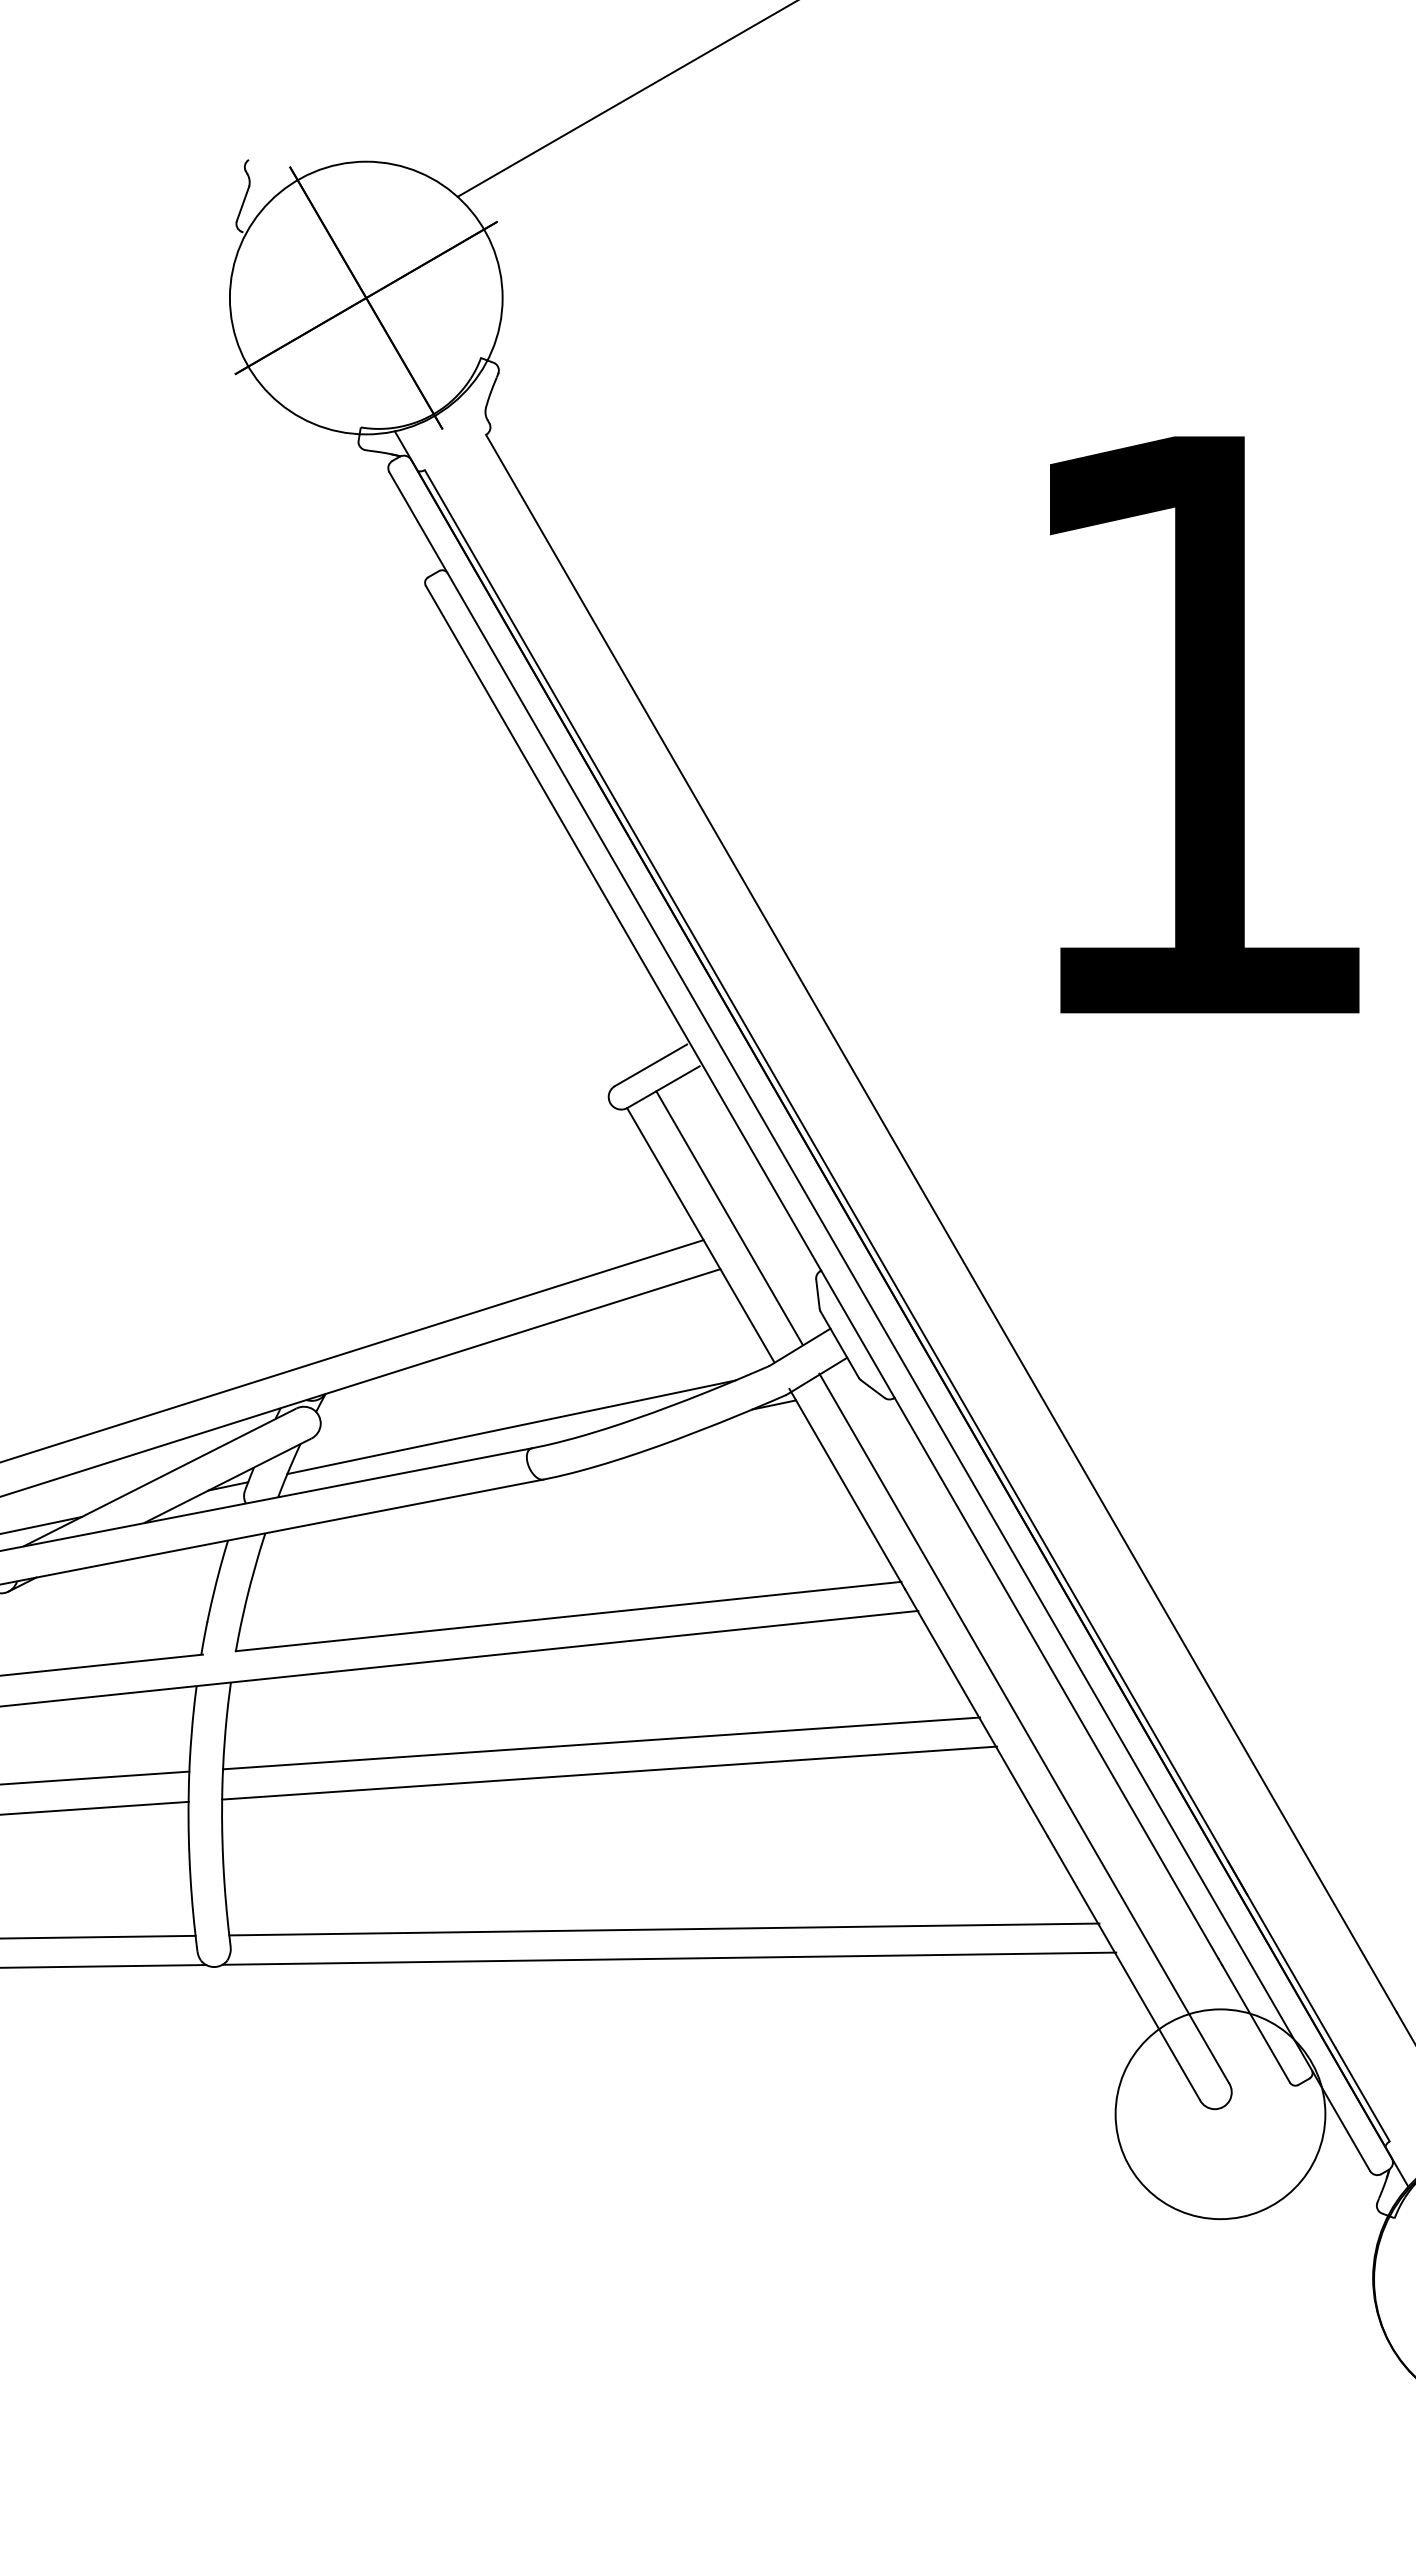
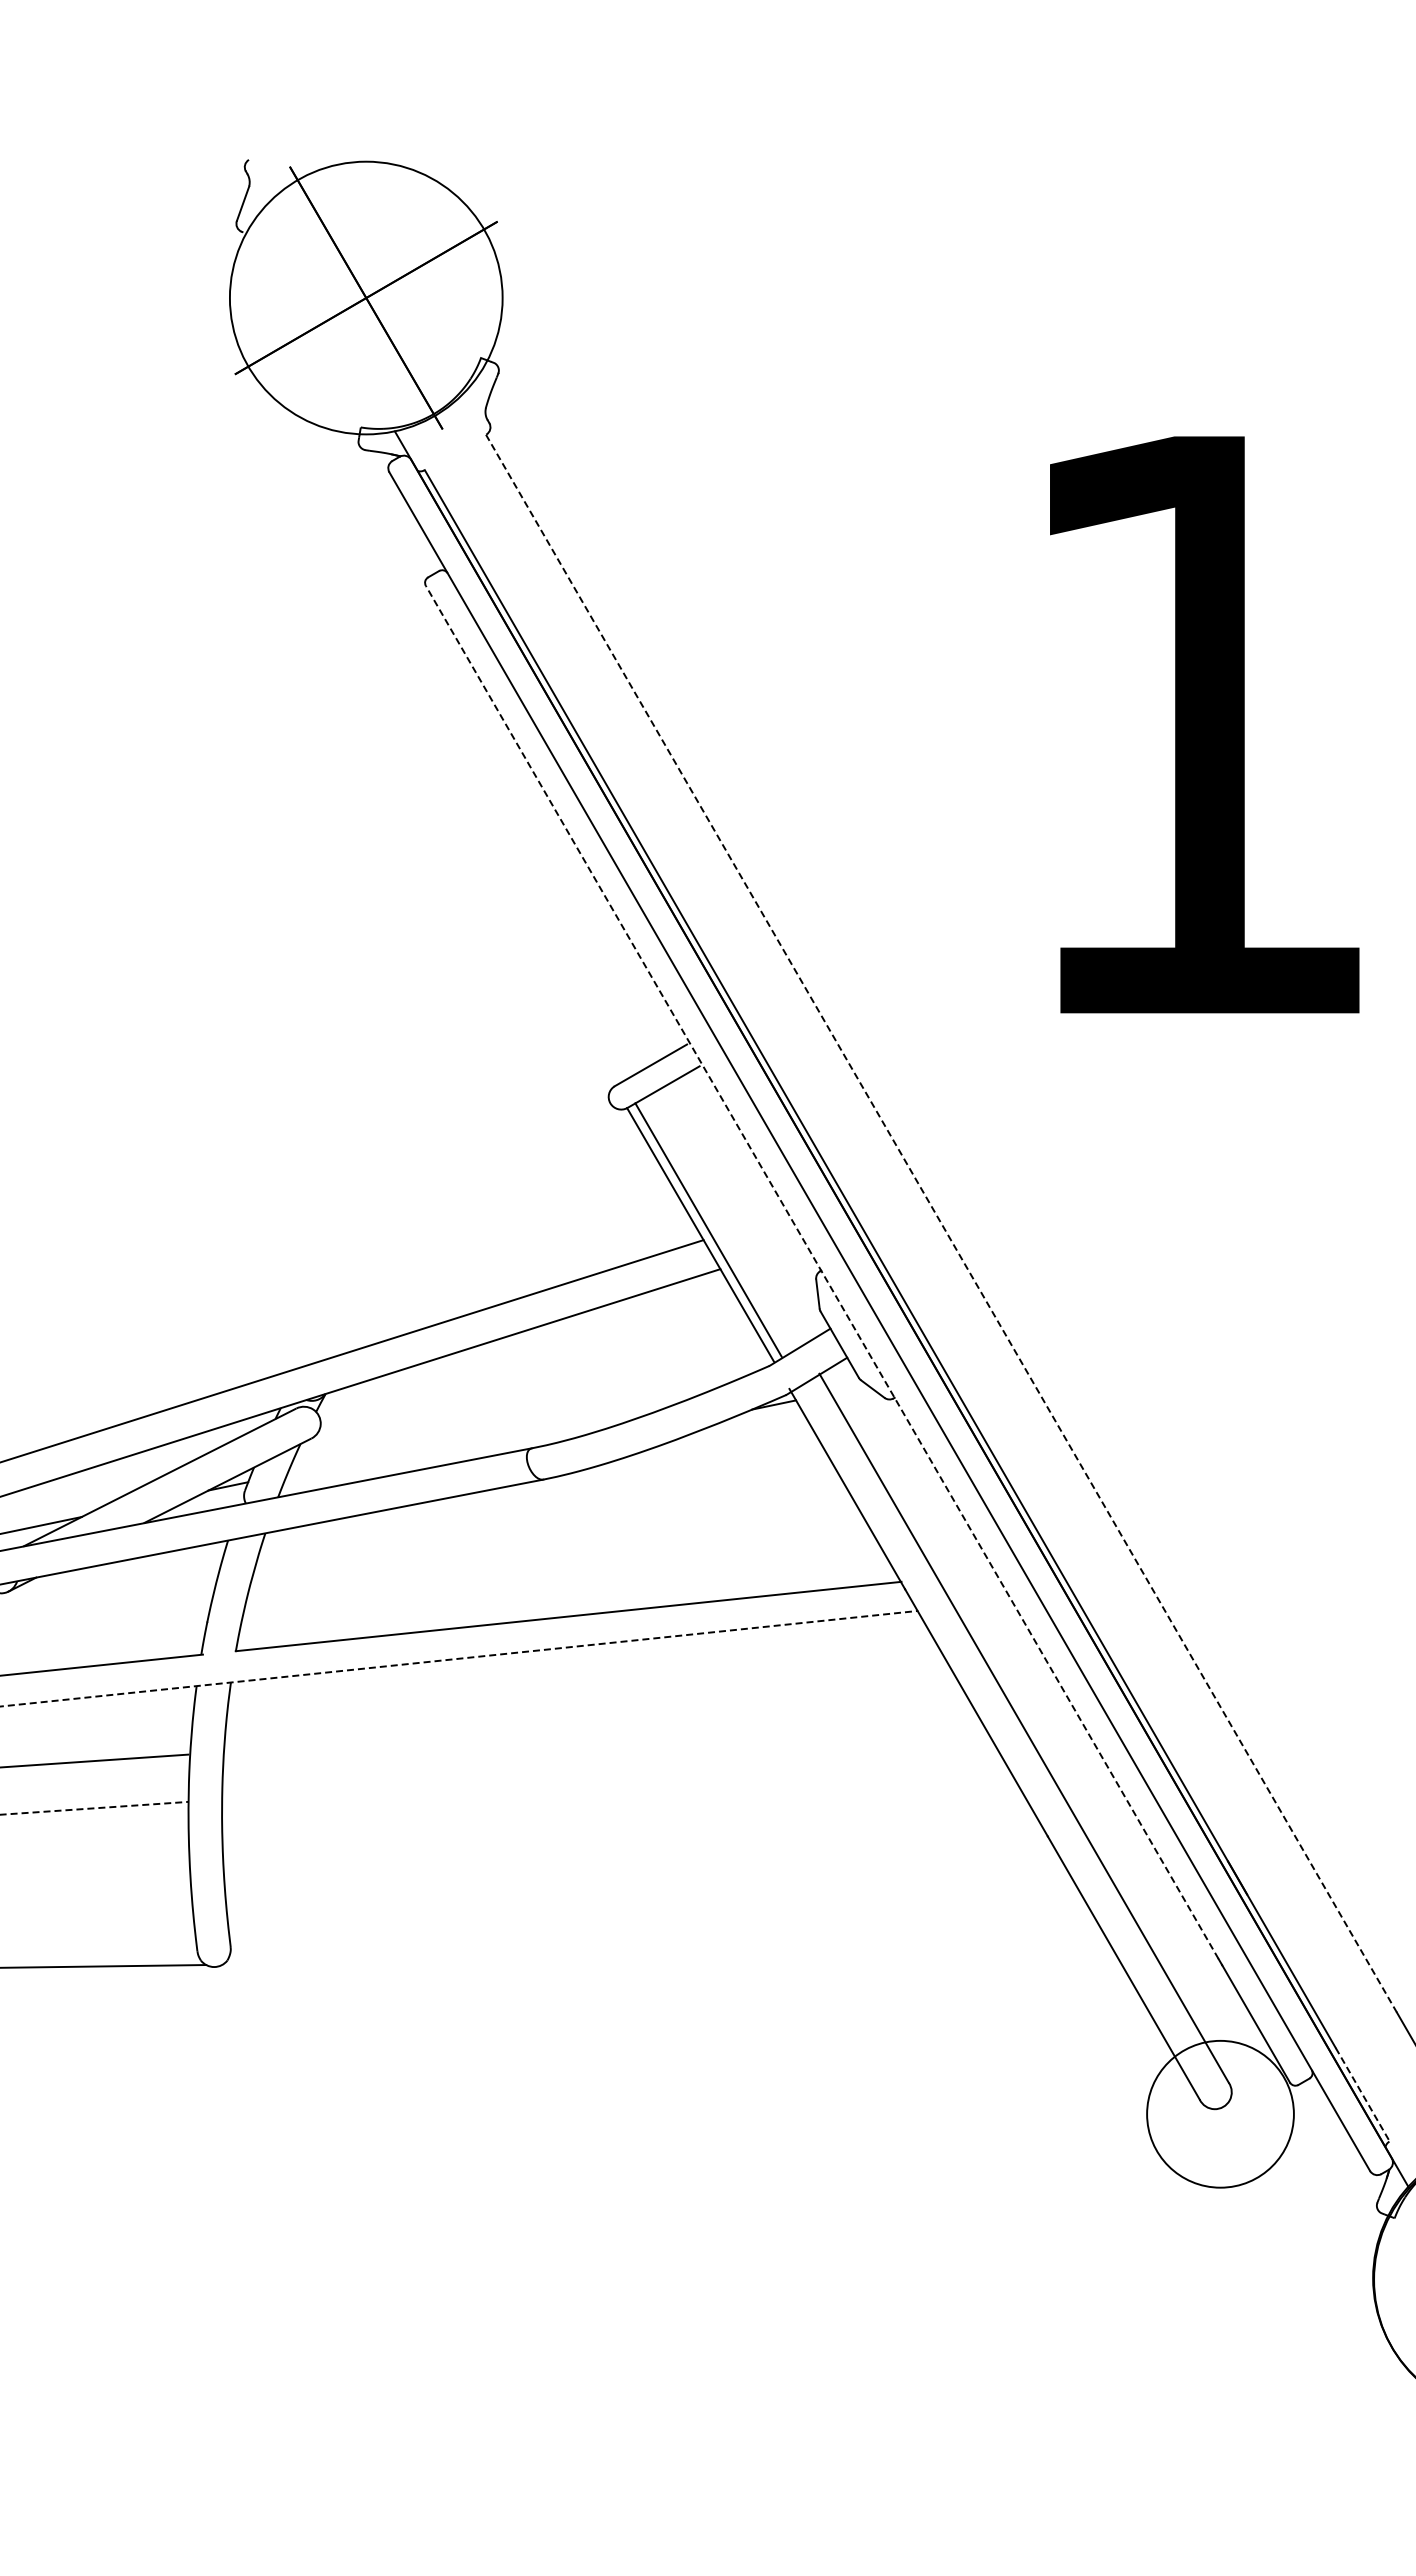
line at (625, 99): present -> none
line at (729, 1217) position: (729, 1217) -> (708, 1229)
line at (941, 1223): solid -> dashed
line at (822, 1272): solid -> dashed
line at (511, 1427): present -> none
line at (459, 1658): solid -> dashed
line at (601, 1743): present -> none
line at (609, 1772): present -> none
line at (95, 1777) position: (95, 1777) -> (95, 1760)
line at (95, 1808): solid -> dashed
line at (664, 1929): present -> none
line at (98, 1936): present -> none
line at (669, 1958): present -> none
line at (1362, 2094): solid -> dashed
circle at (1220, 2114) diameter: 210 px -> 147 px
